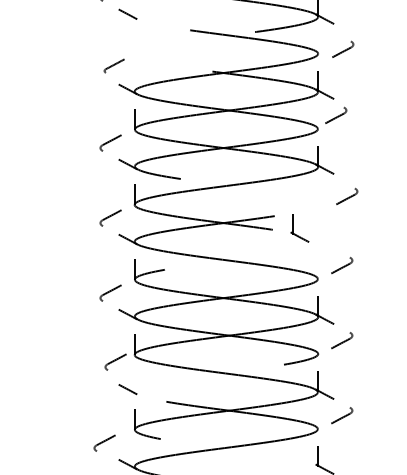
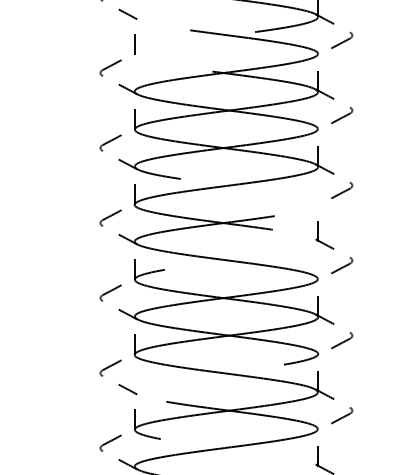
line at (134, 44): none -> present
part at (343, 48) position: (343, 48) -> (342, 39)
part at (113, 65) size: 21x16 px -> 23x18 px
part at (336, 114) position: (336, 114) -> (342, 114)
part at (347, 195) position: (347, 195) -> (342, 189)
part at (299, 228) position: (299, 228) -> (324, 235)
part at (115, 361) position: (115, 361) -> (110, 367)
part at (104, 442) position: (104, 442) -> (110, 442)
